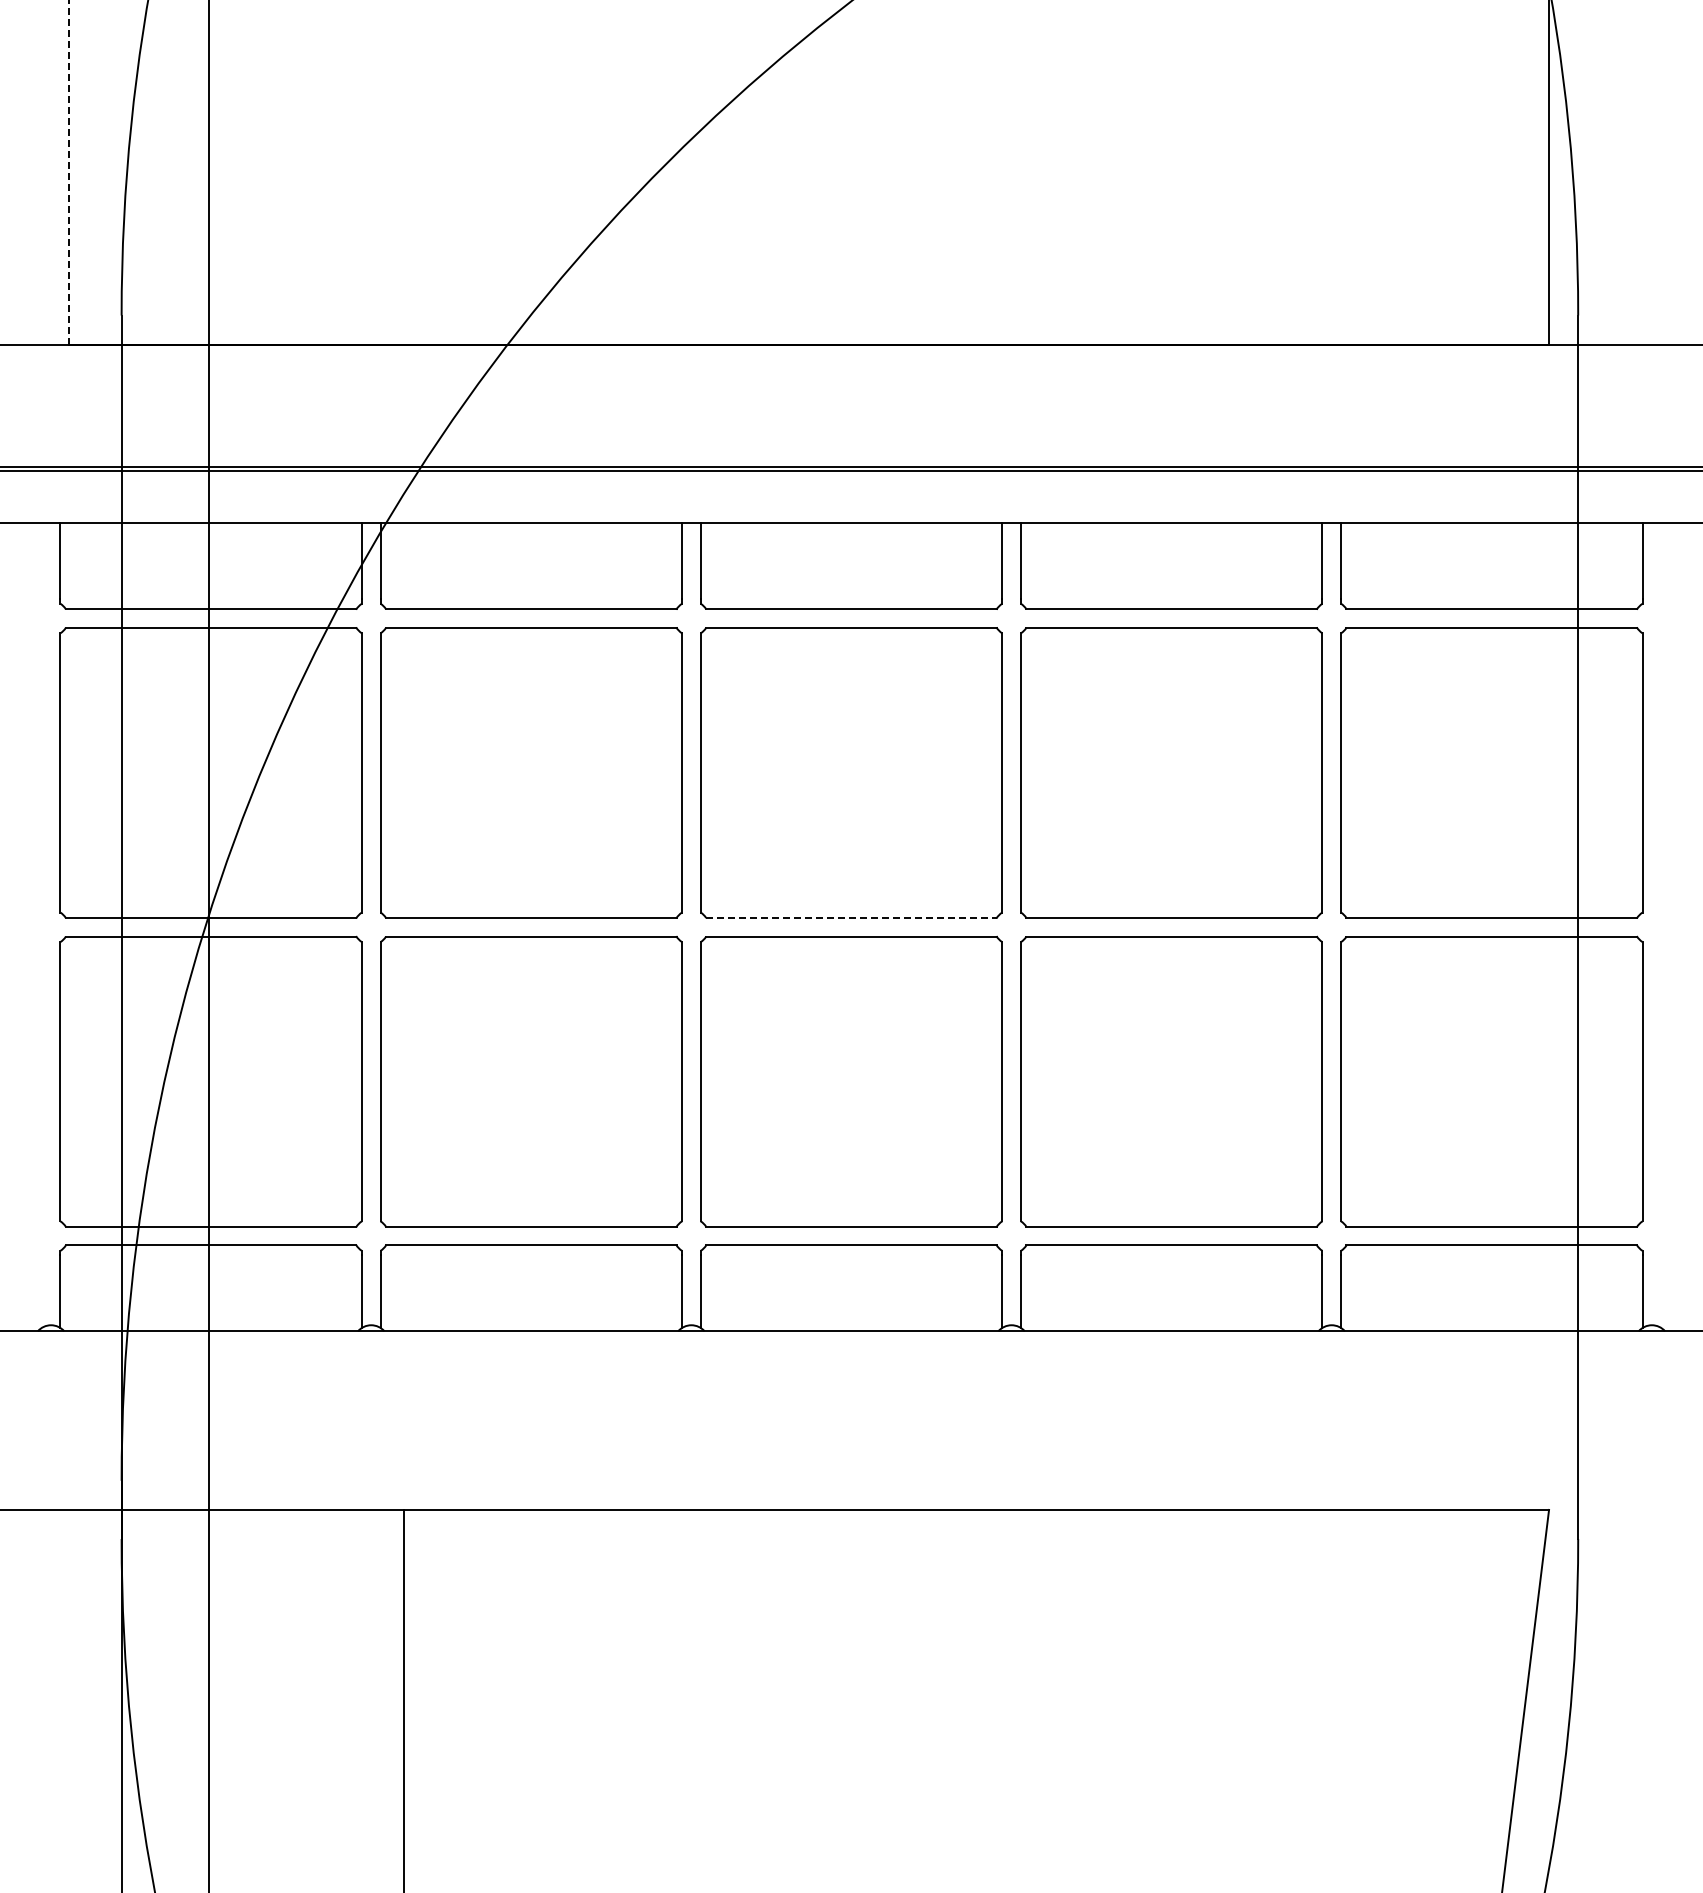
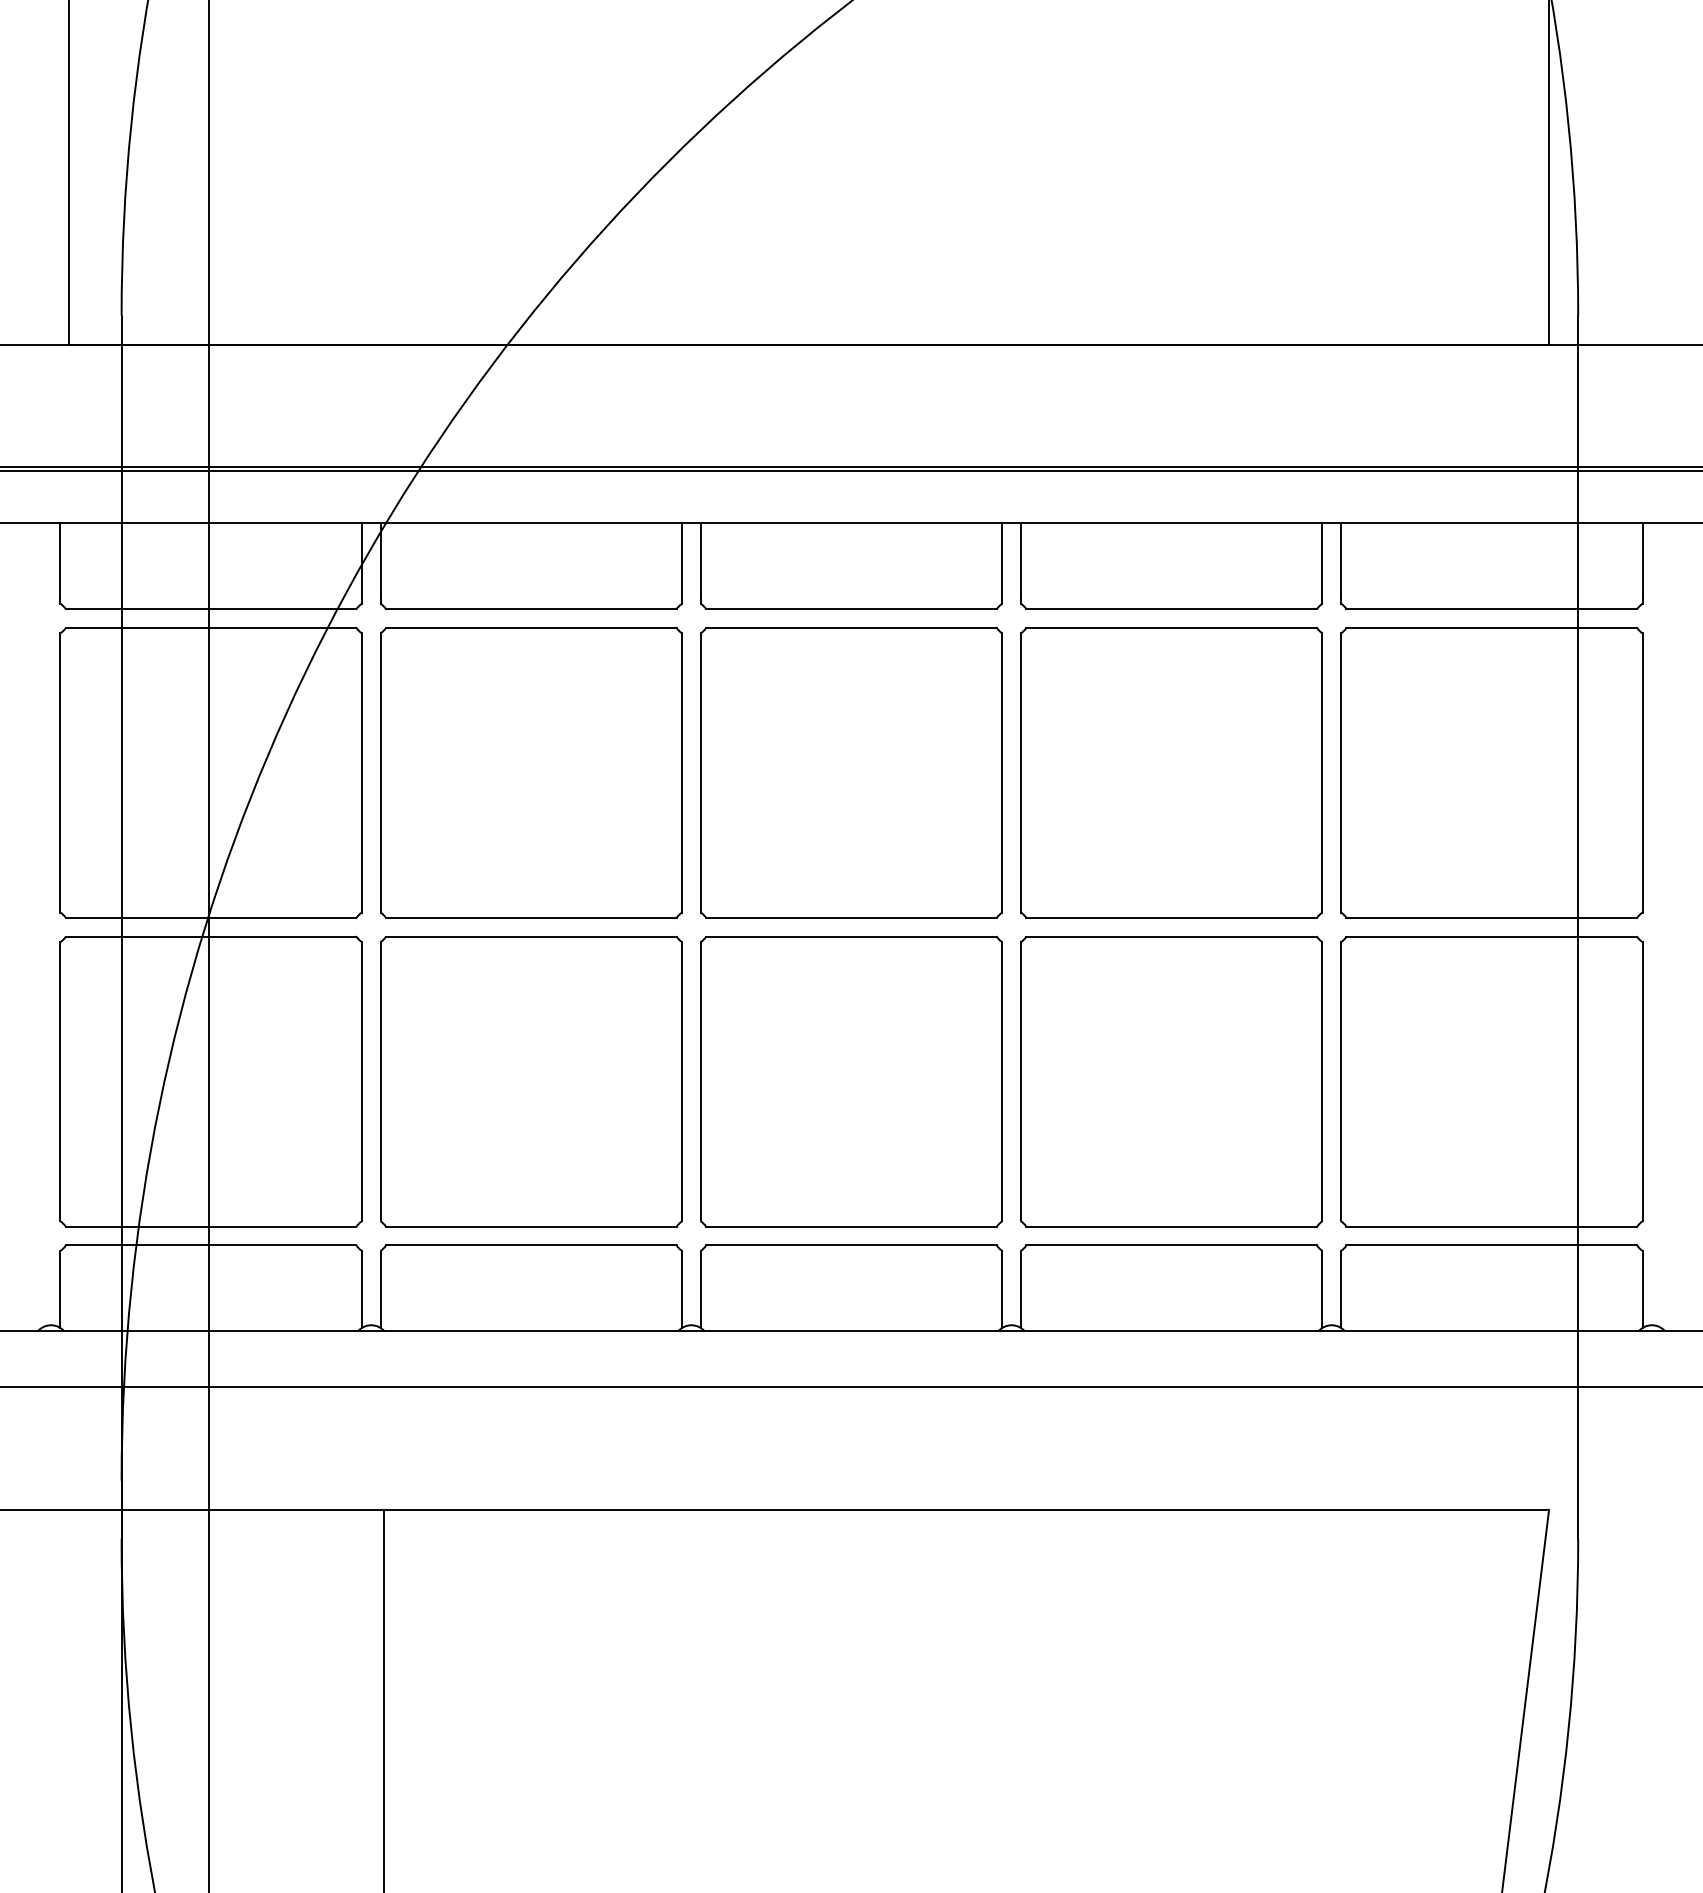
line at (69, 172): dashed -> solid
line at (851, 918): dashed -> solid
line at (850, 1387): none -> present
line at (403, 1699) position: (403, 1699) -> (383, 1699)
